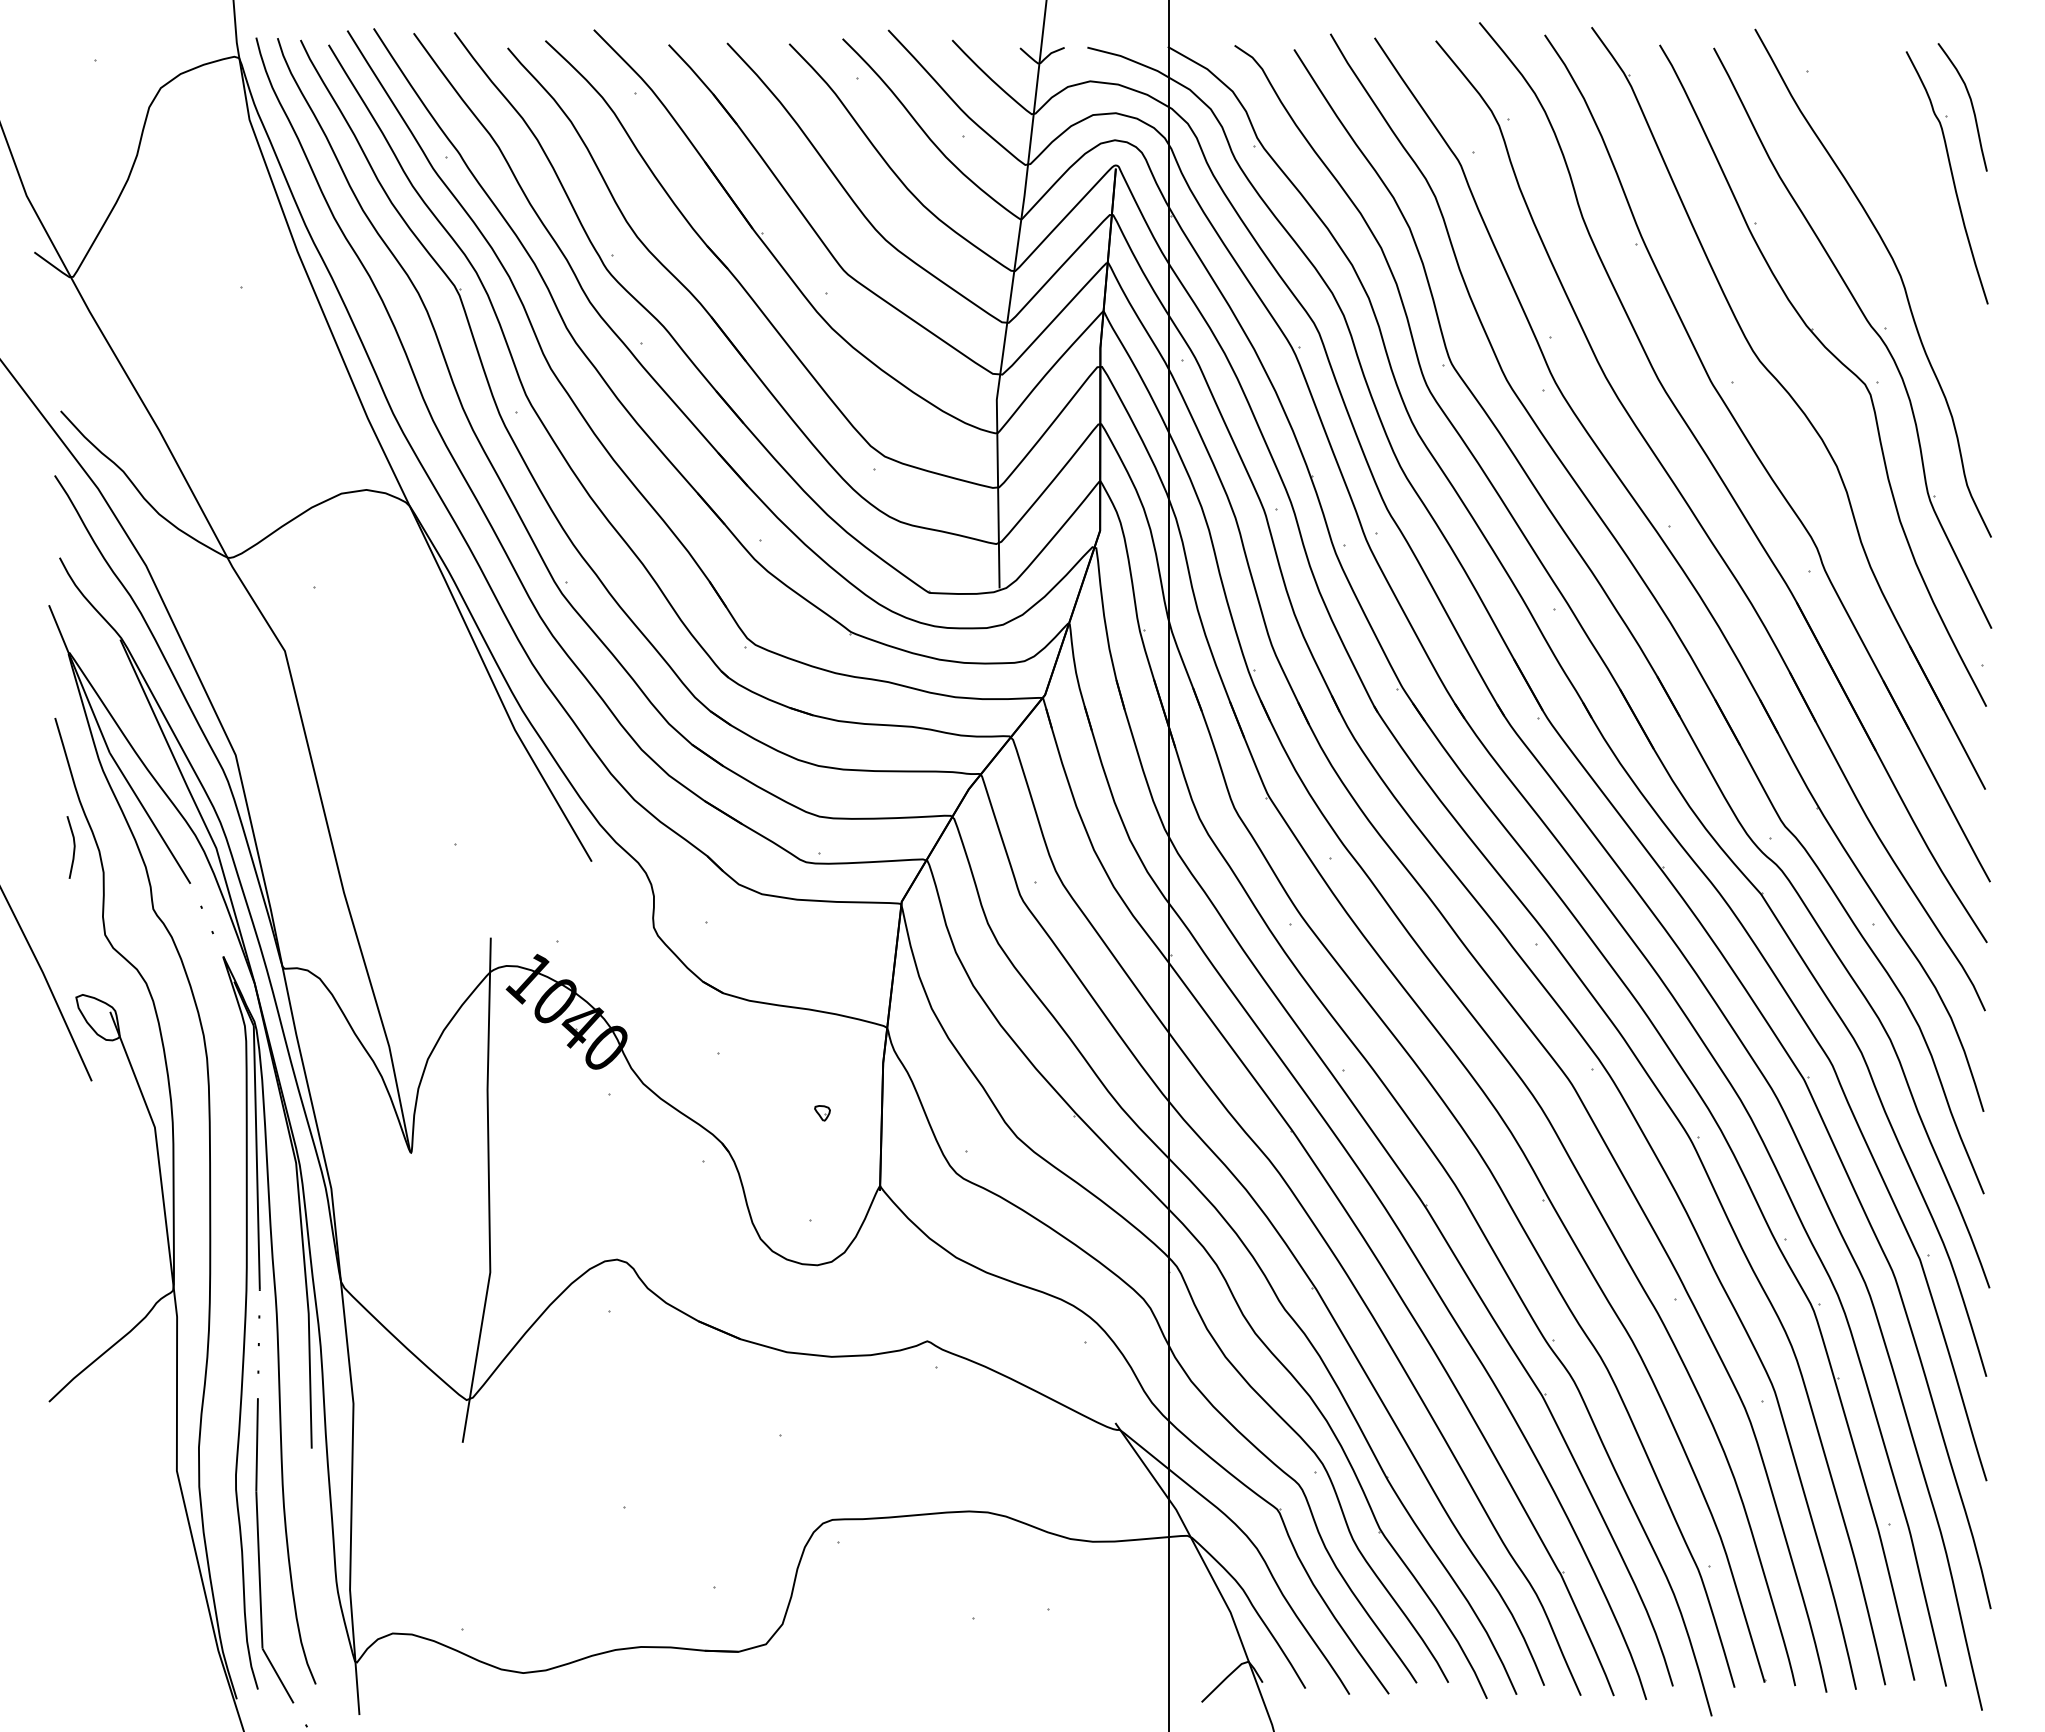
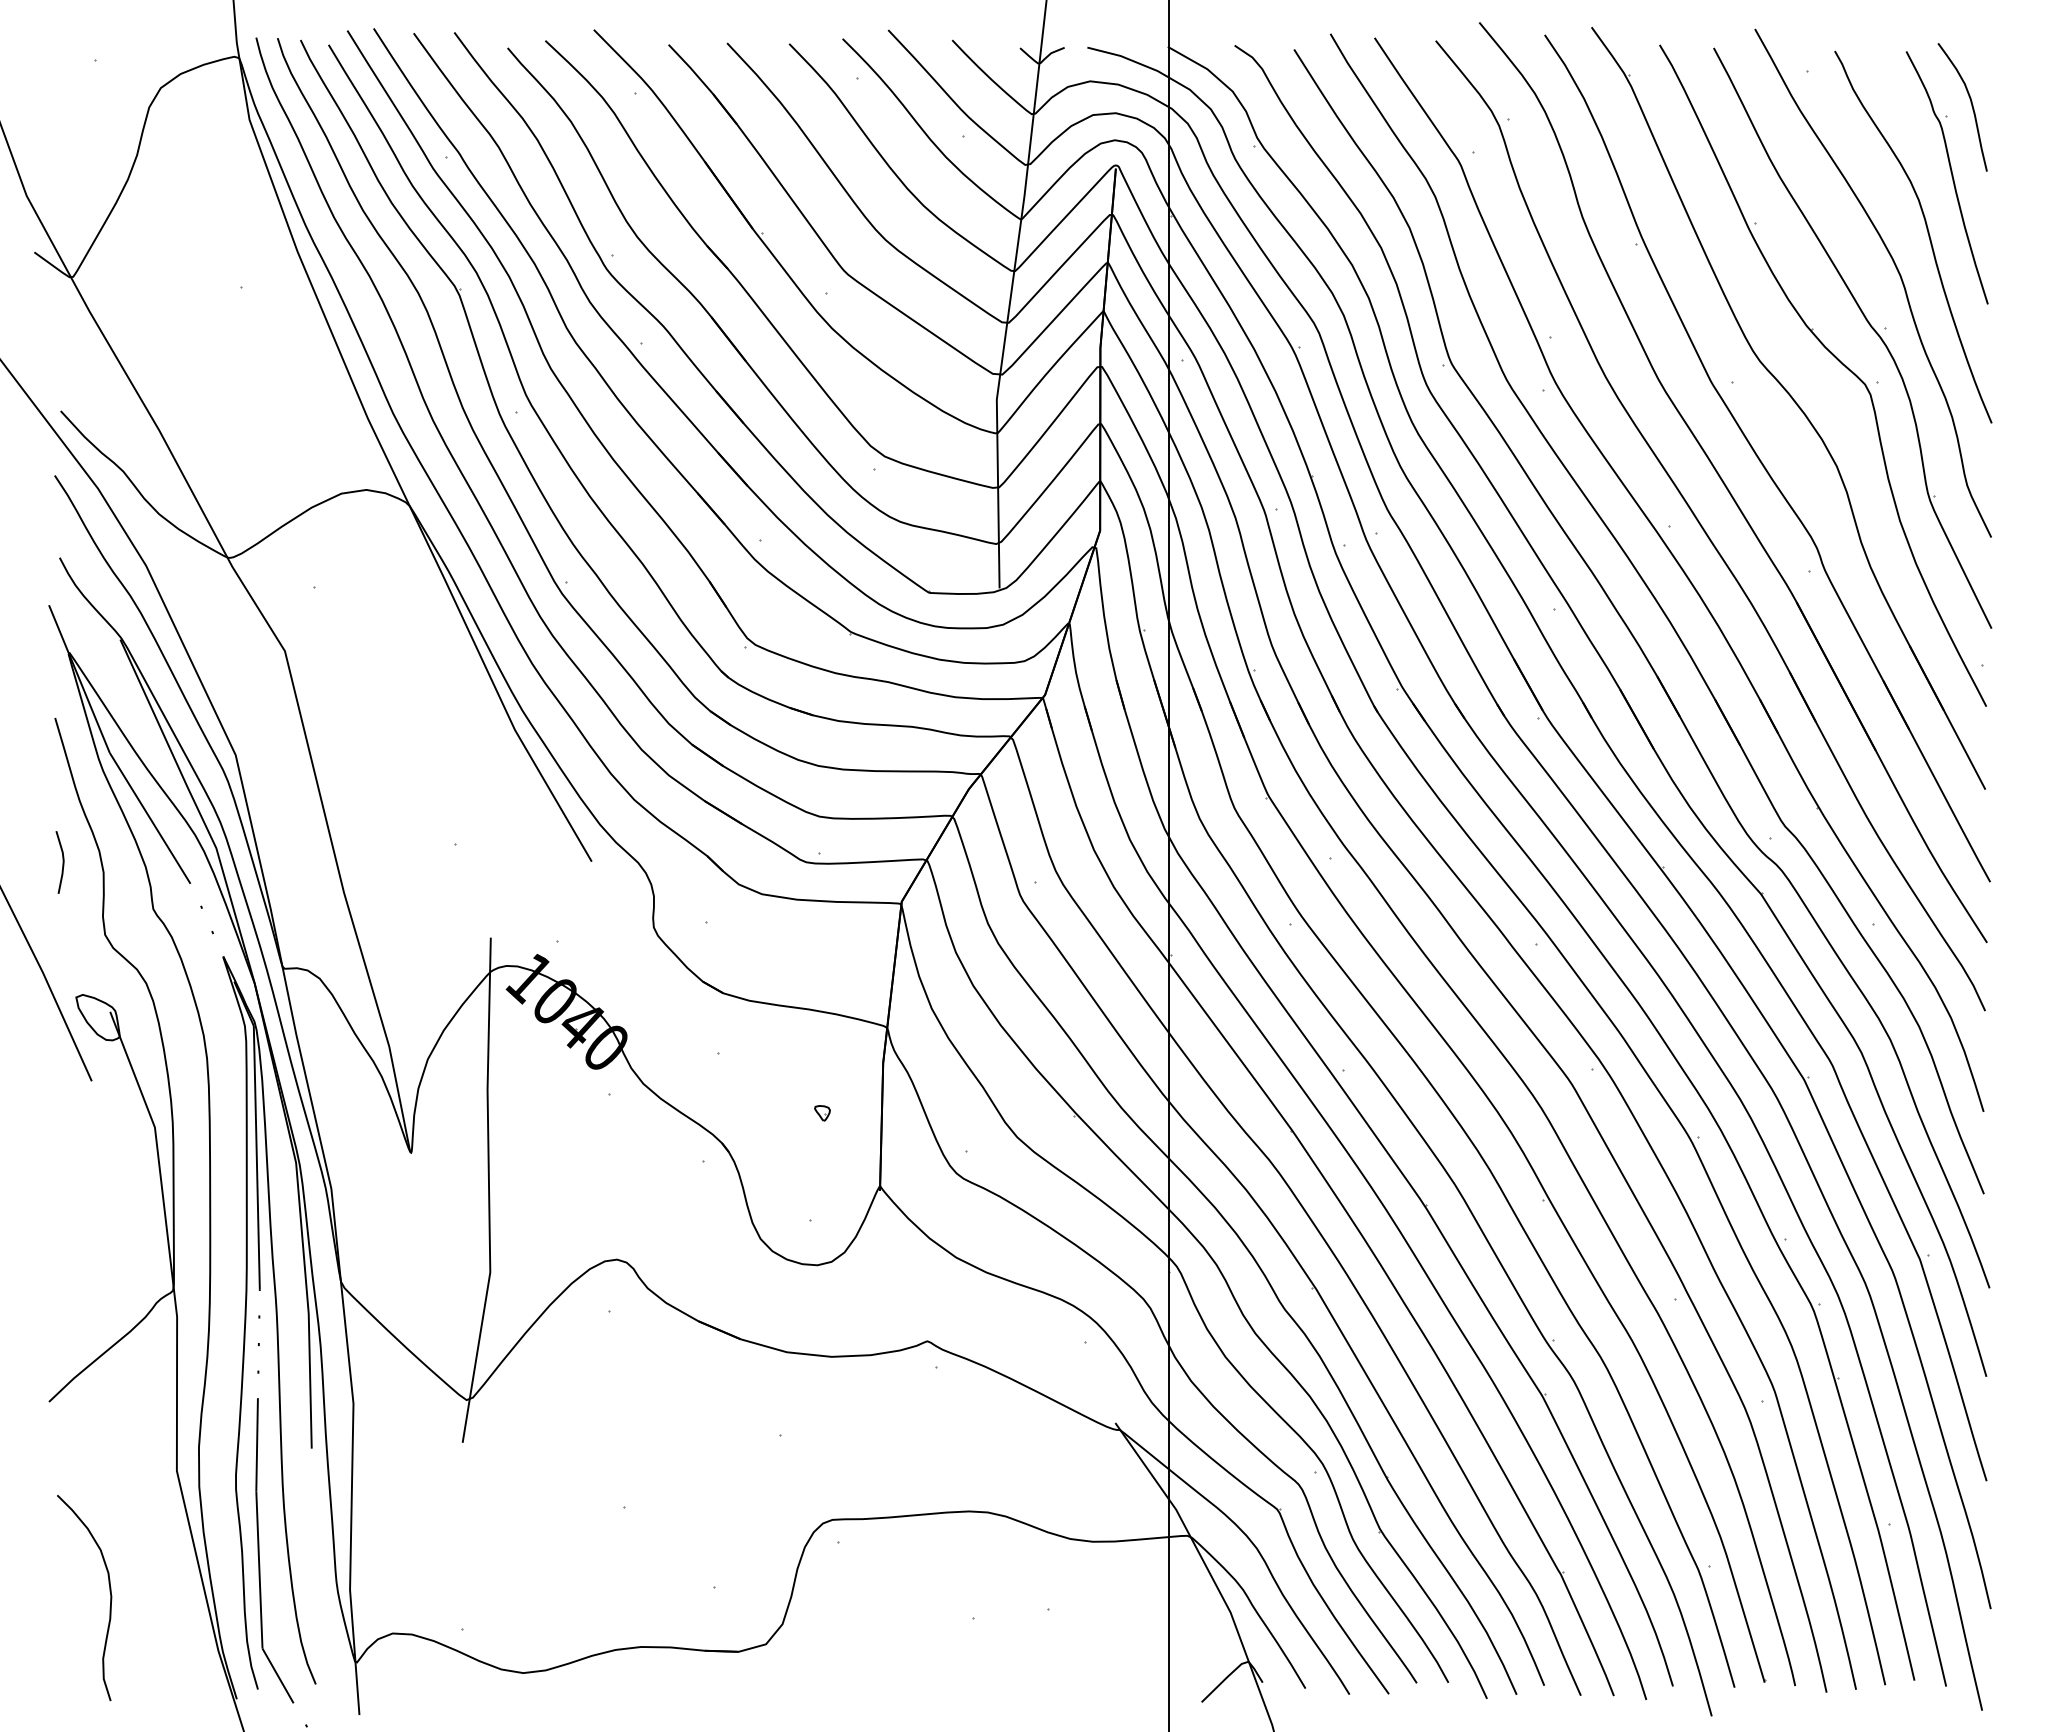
curve at (1927, 233): none -> present
line at (73, 847) position: (73, 847) -> (62, 862)
curve at (109, 1591): none -> present
